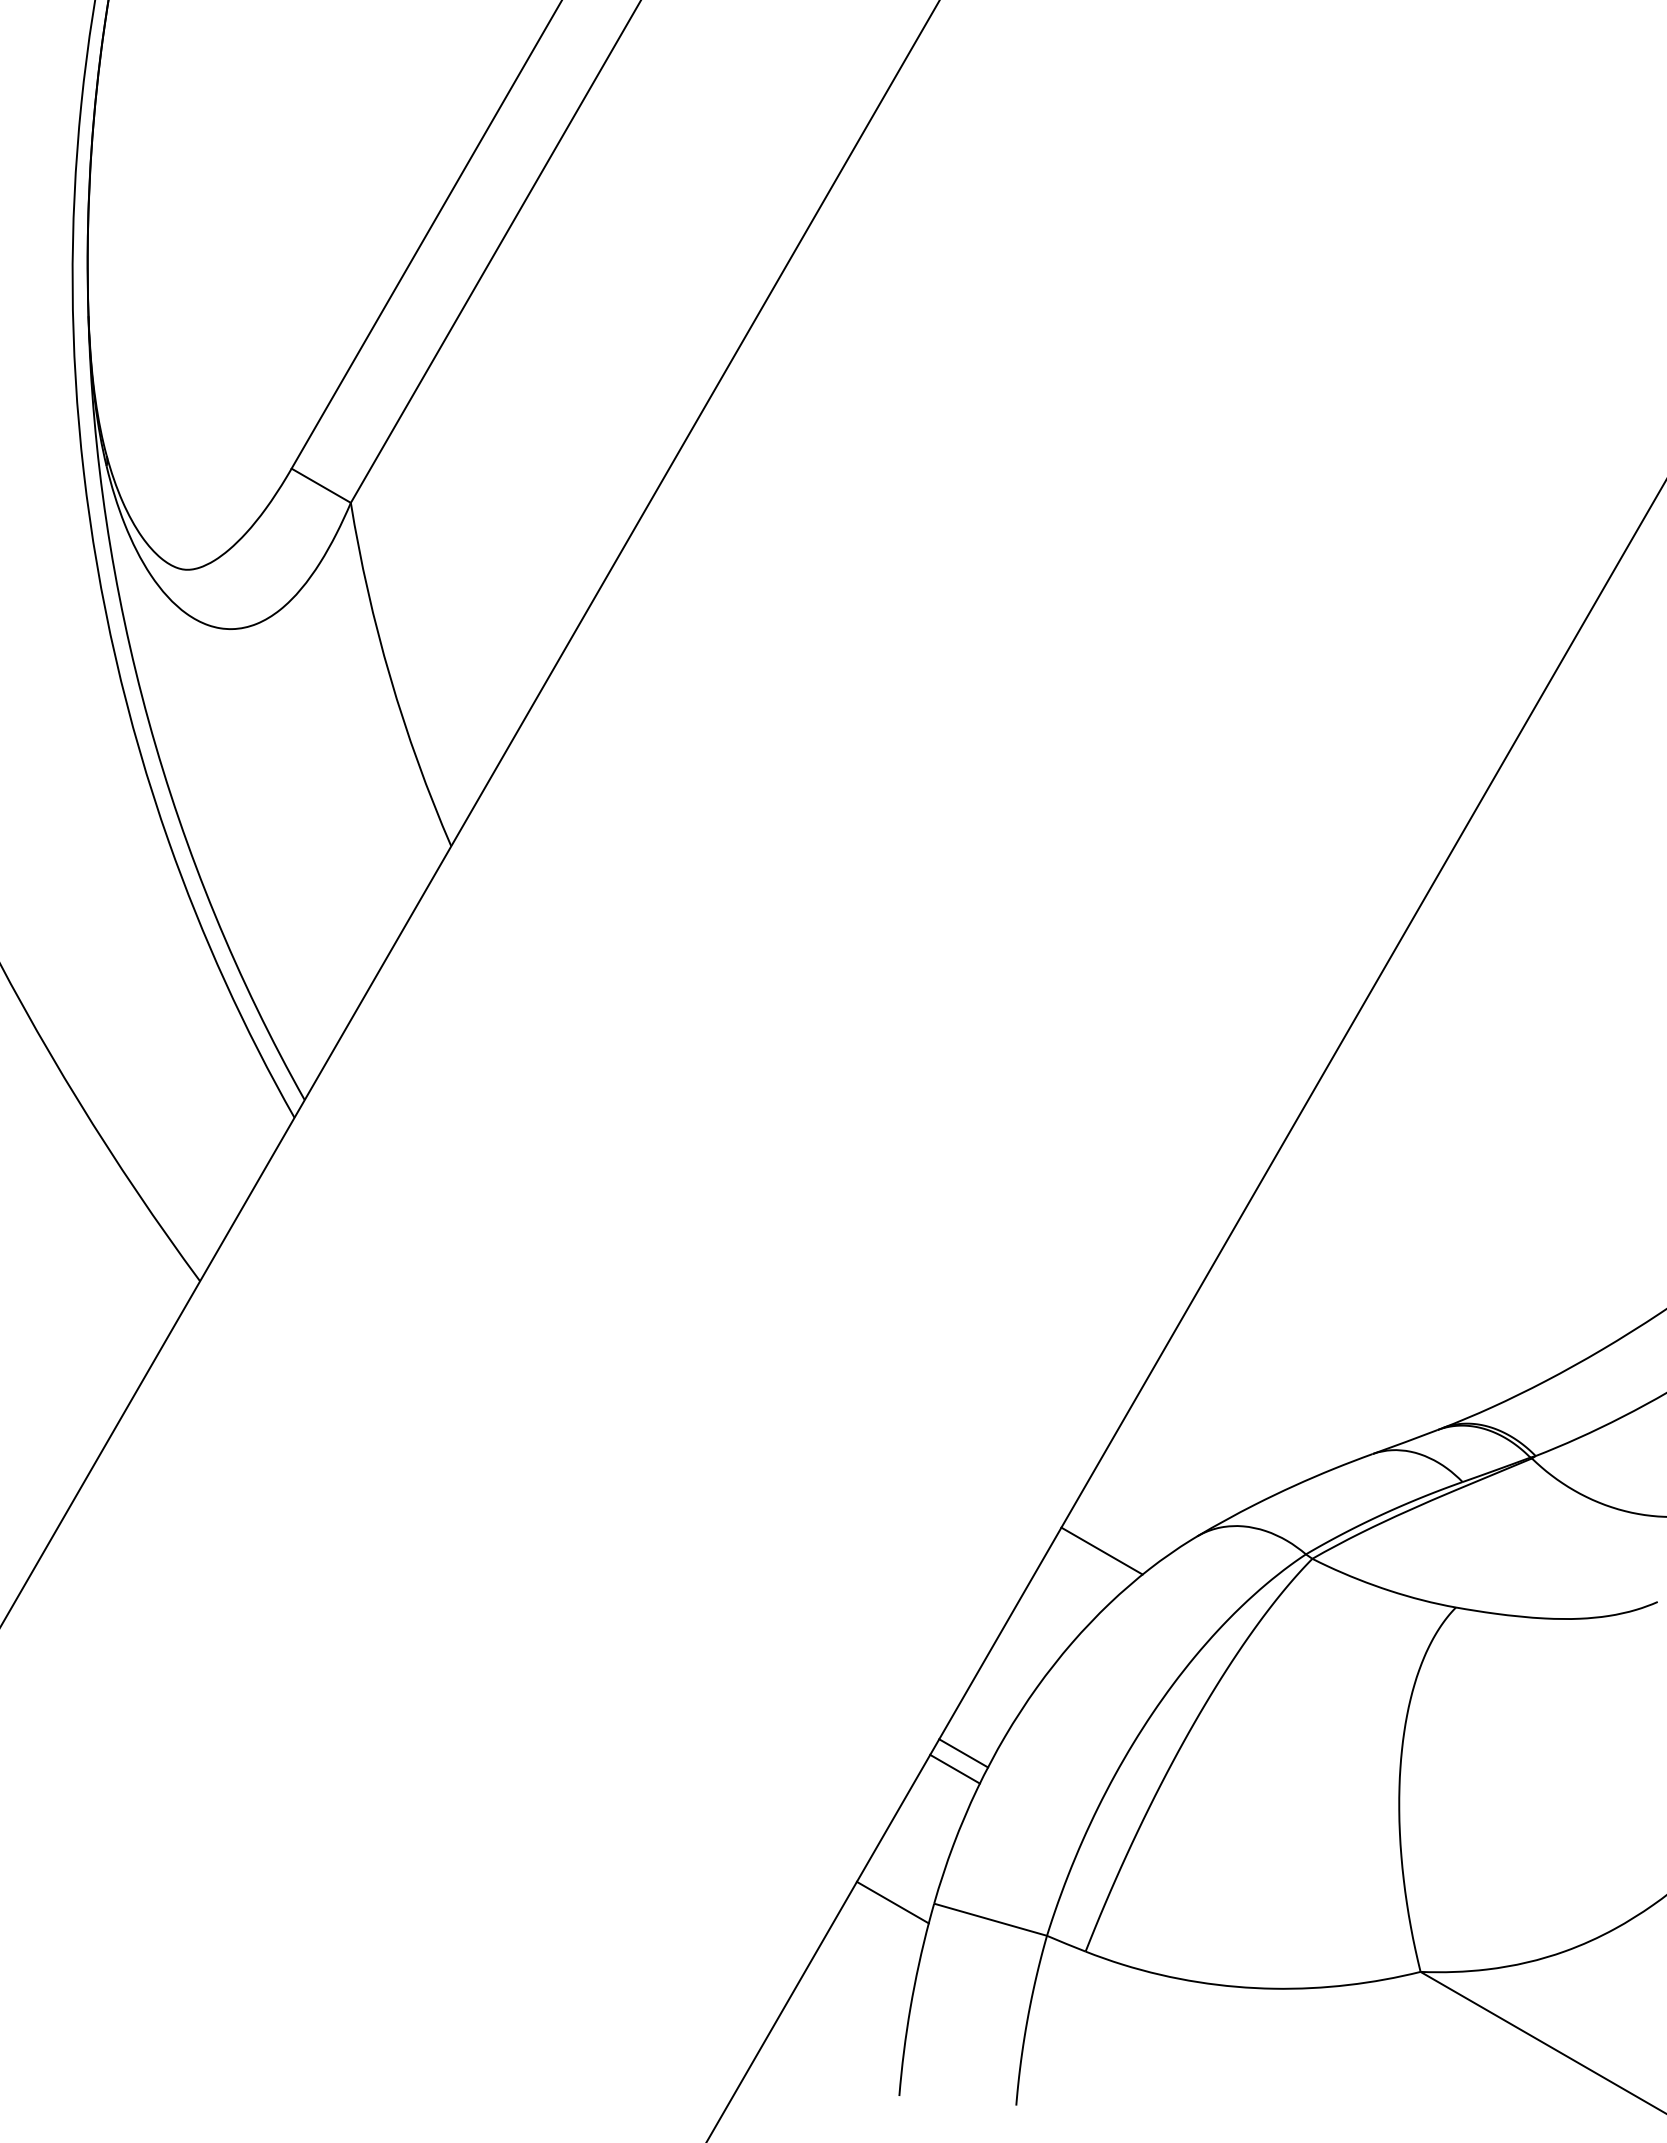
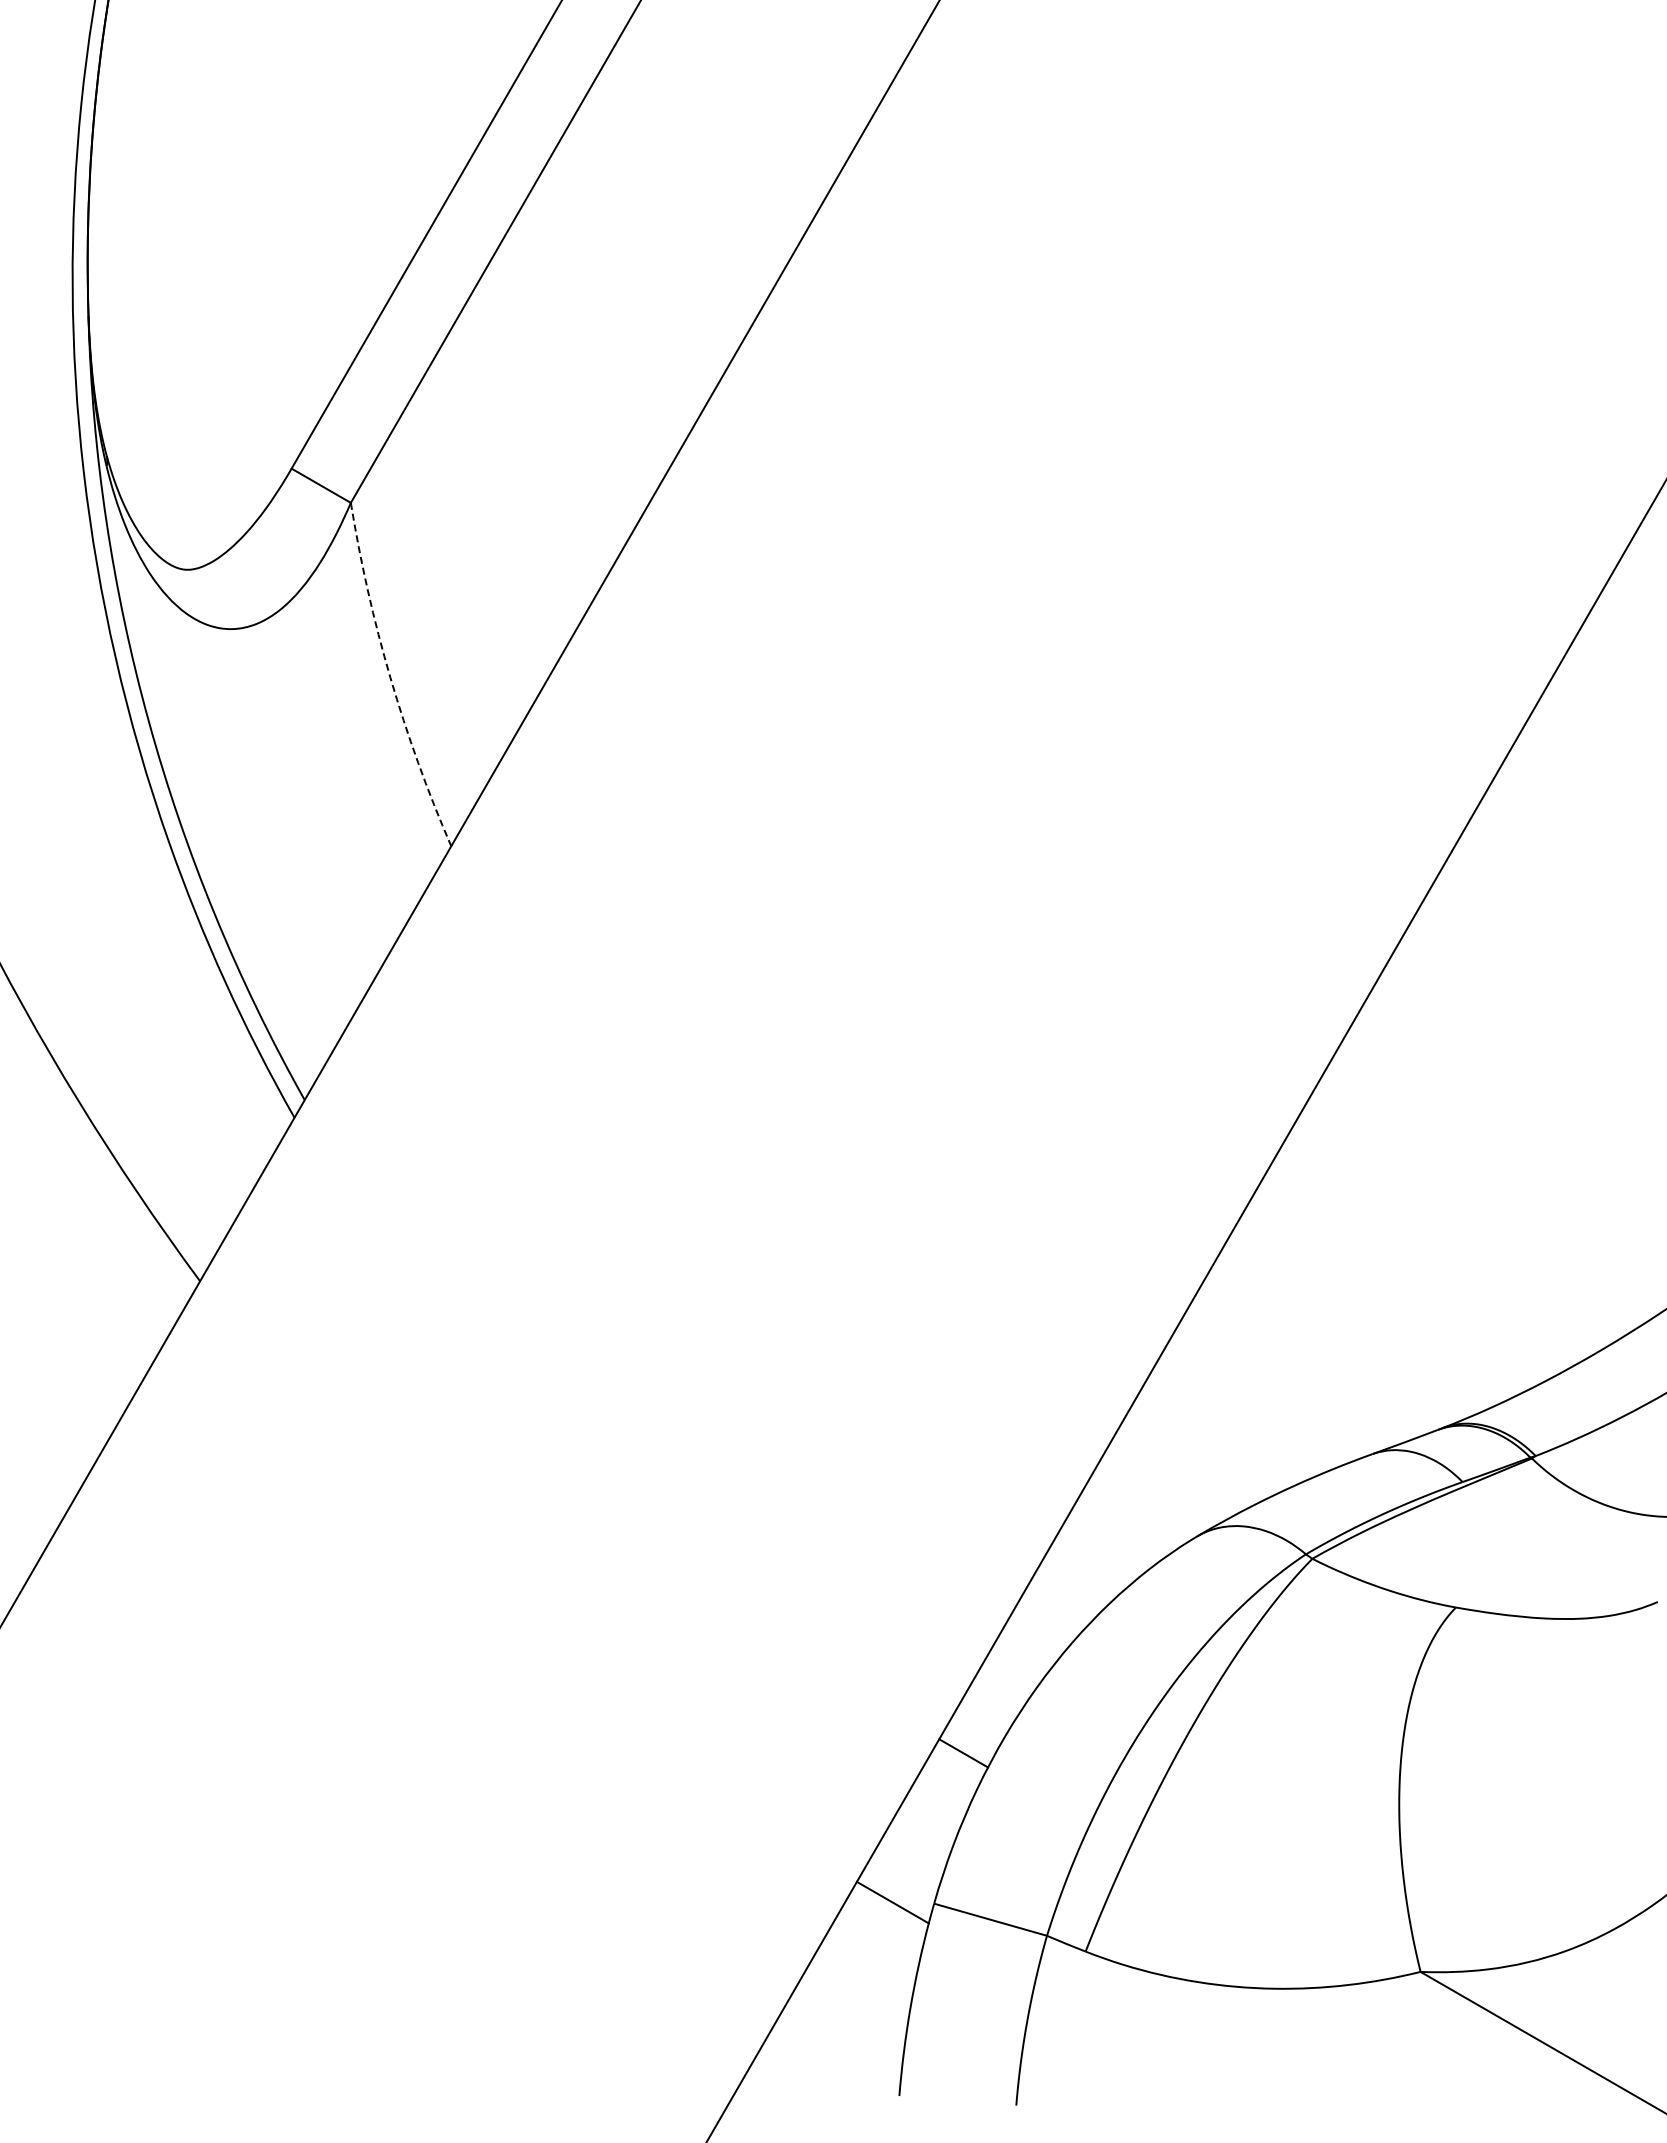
arc at (390, 677): solid -> dashed
line at (1101, 1550): present -> none
line at (954, 1768): present -> none
